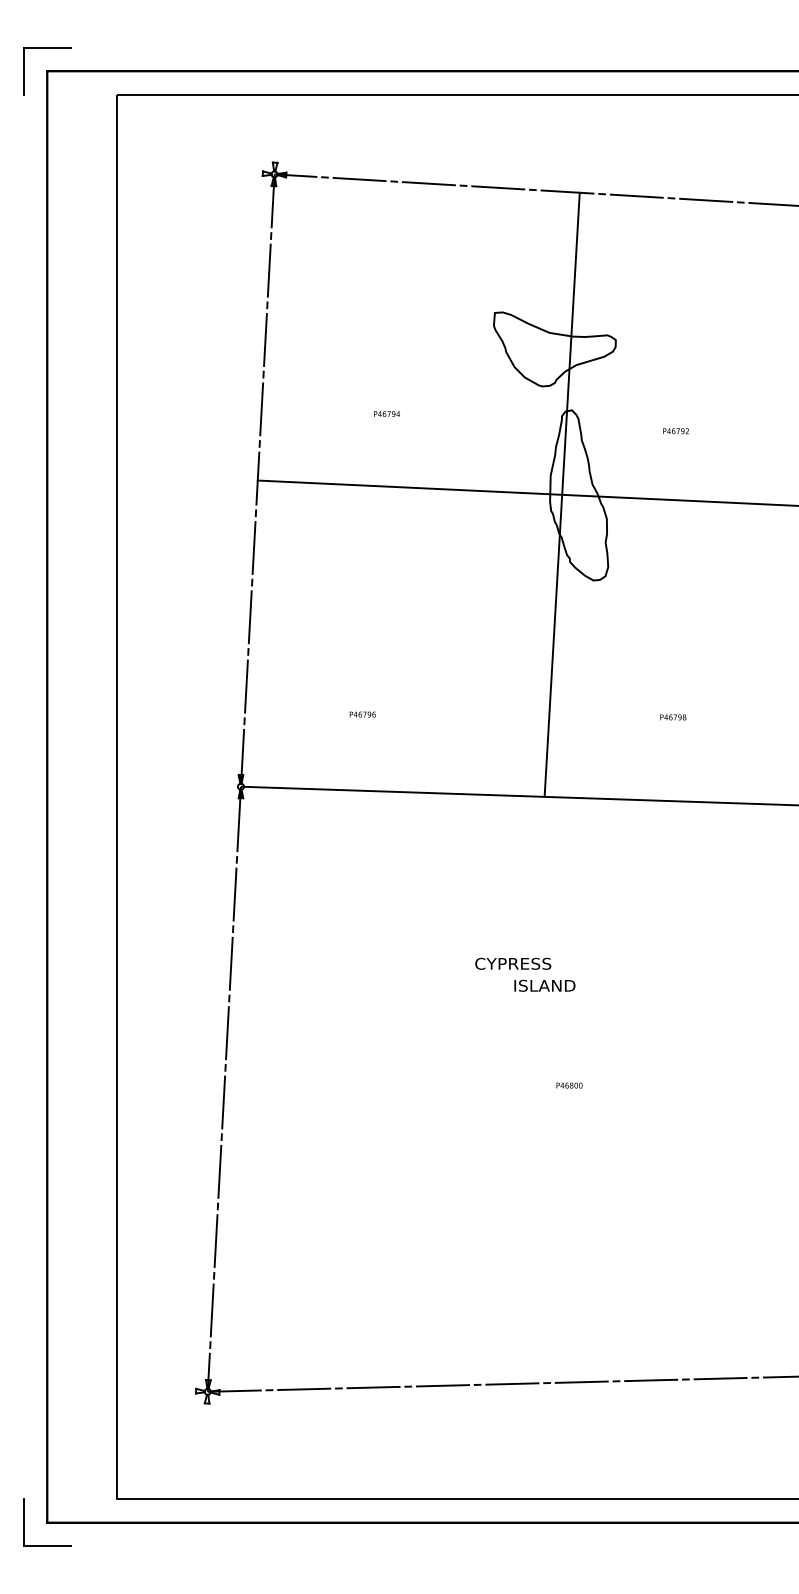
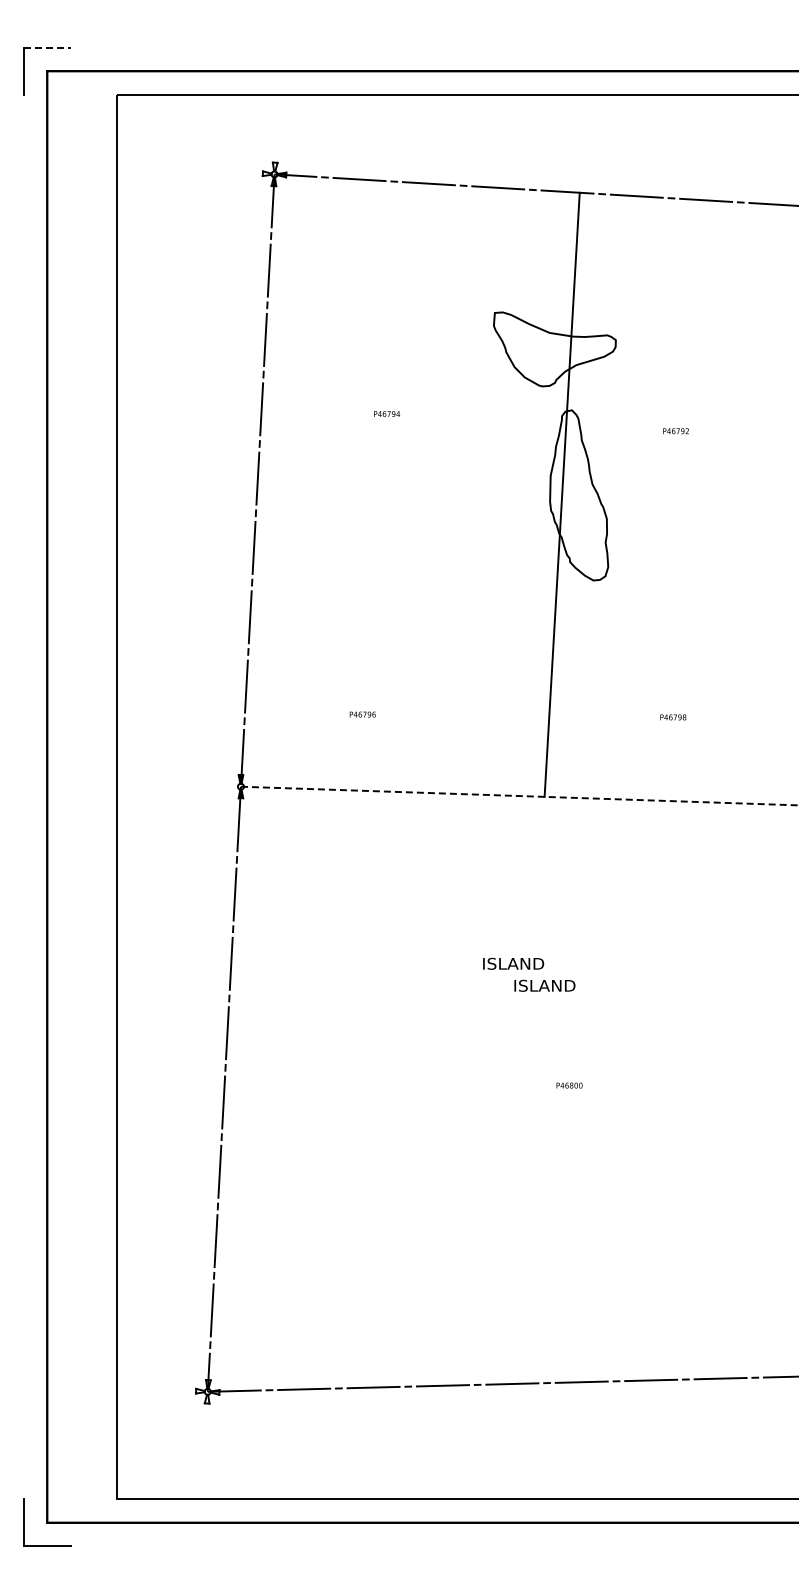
line at (47, 47): solid -> dashed
line at (526, 492): present -> none
line at (519, 796): solid -> dashed
text at (513, 963): CYPRESS -> ISLAND
